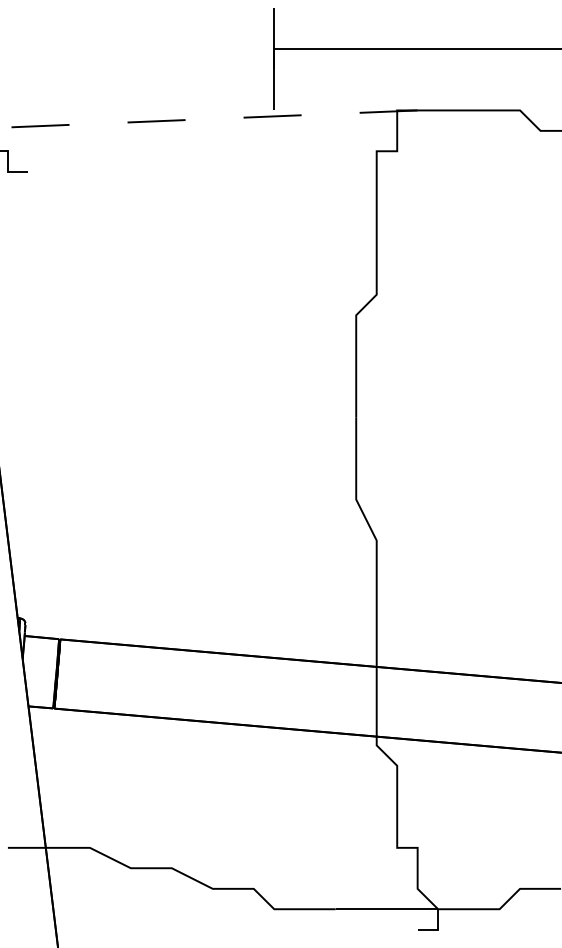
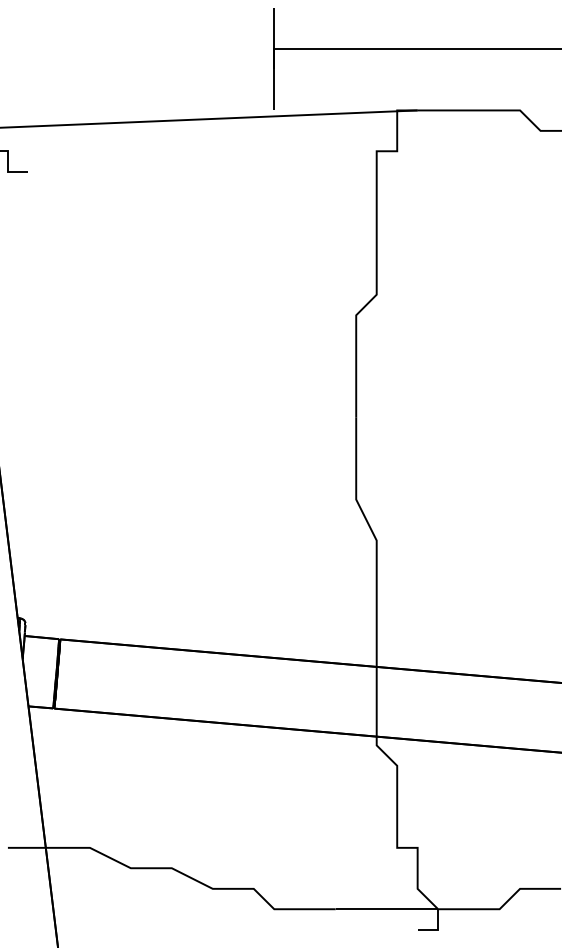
line at (209, 119): dashed -> solid
